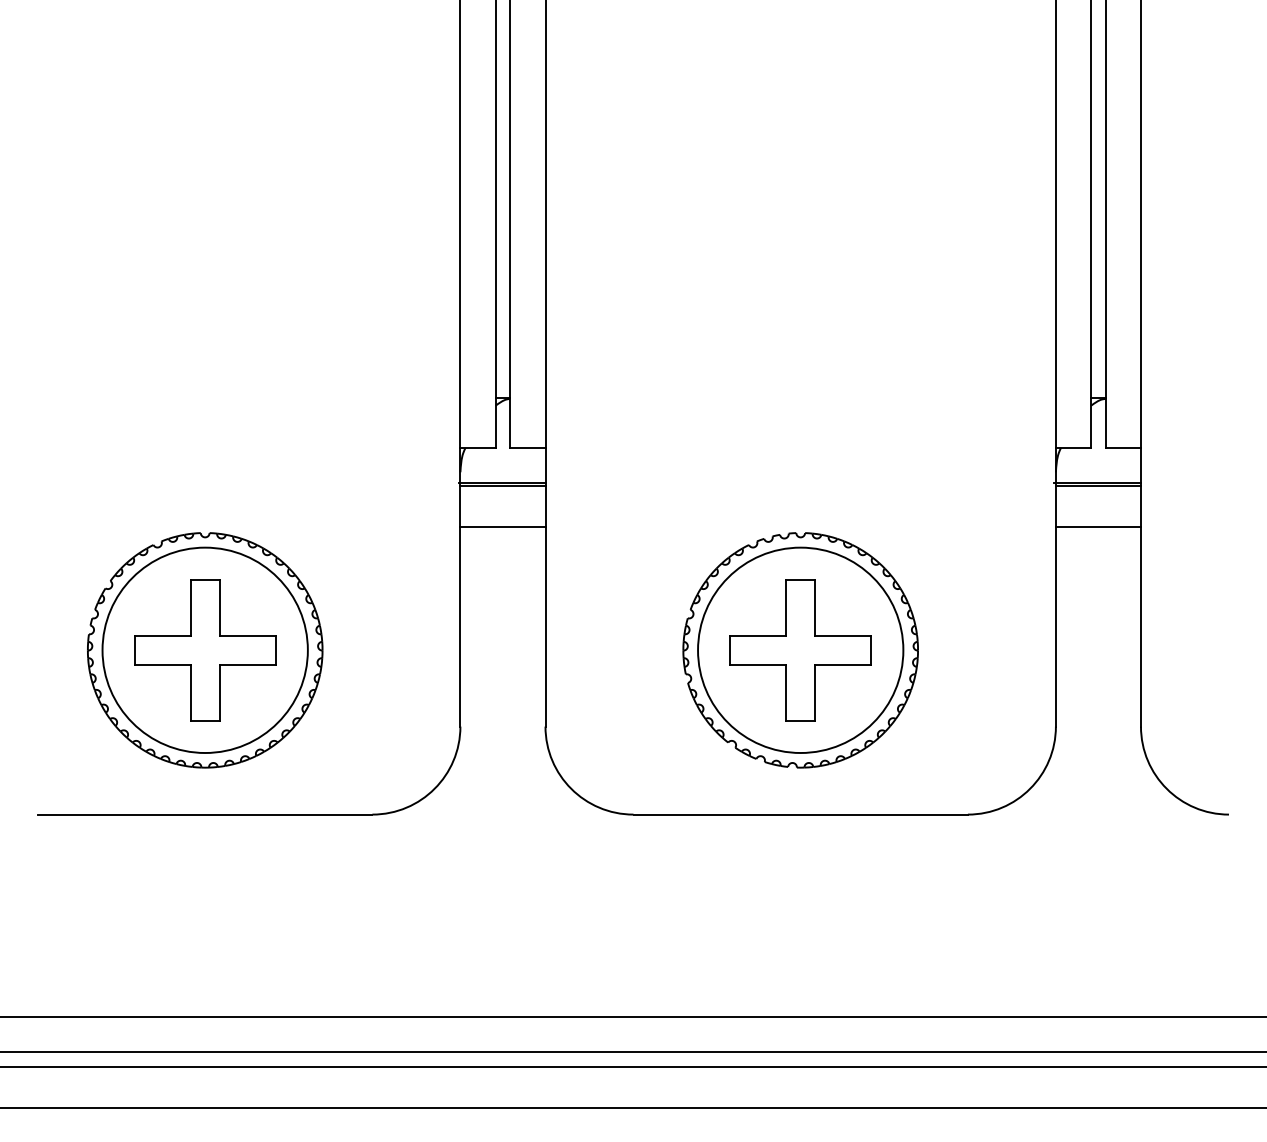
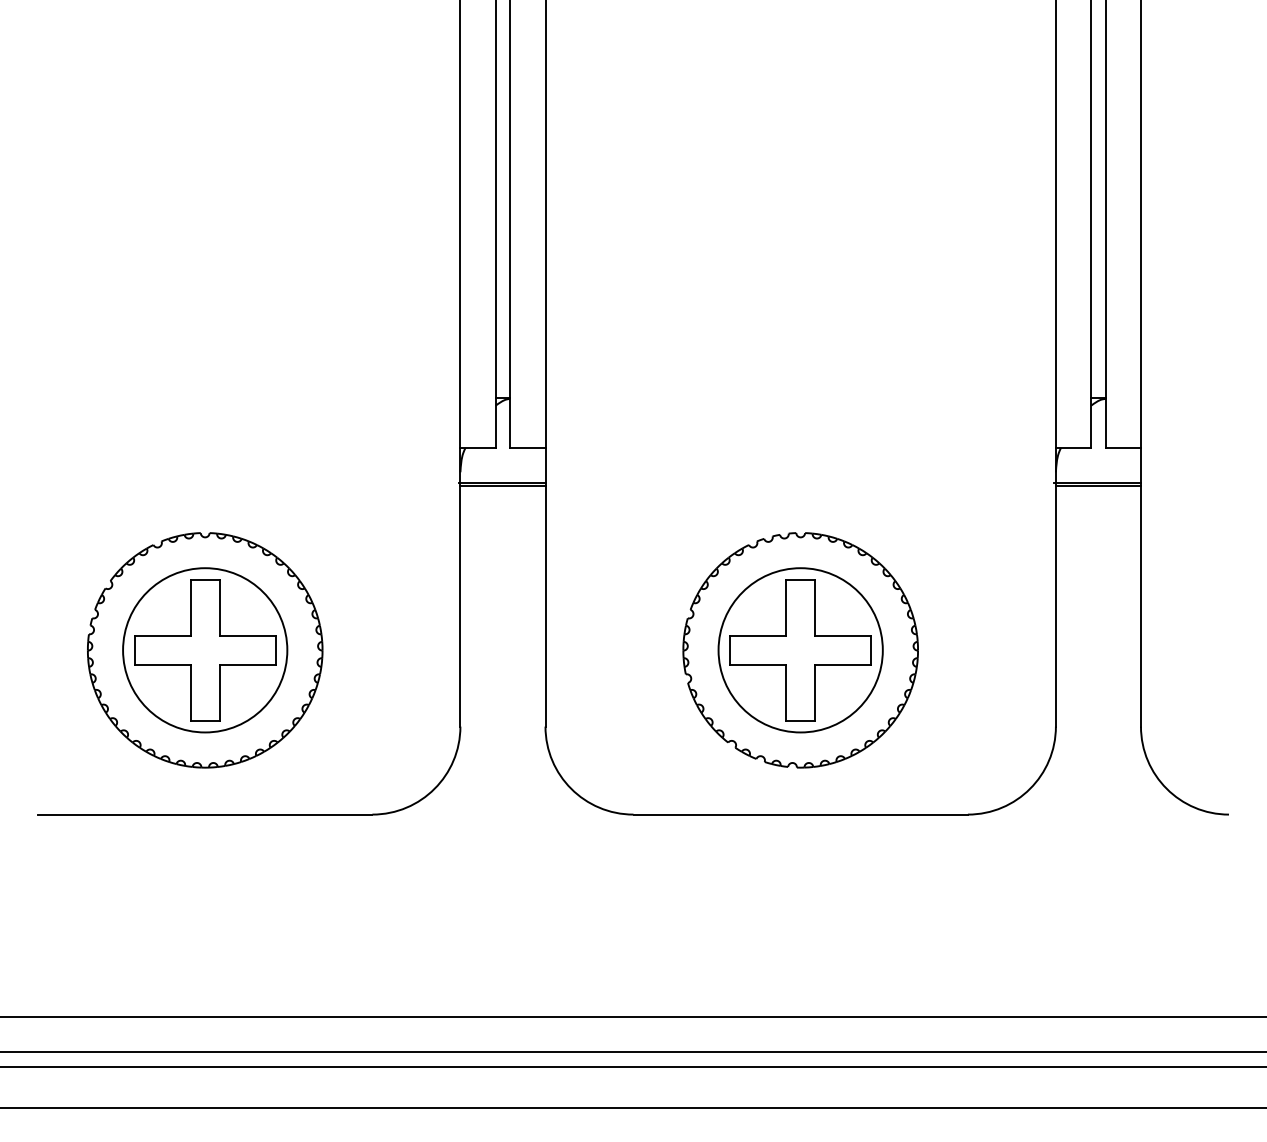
line at (502, 527): present -> none
line at (1097, 527): present -> none
circle at (204, 650) diameter: 205 px -> 164 px
circle at (800, 650) diameter: 205 px -> 164 px
